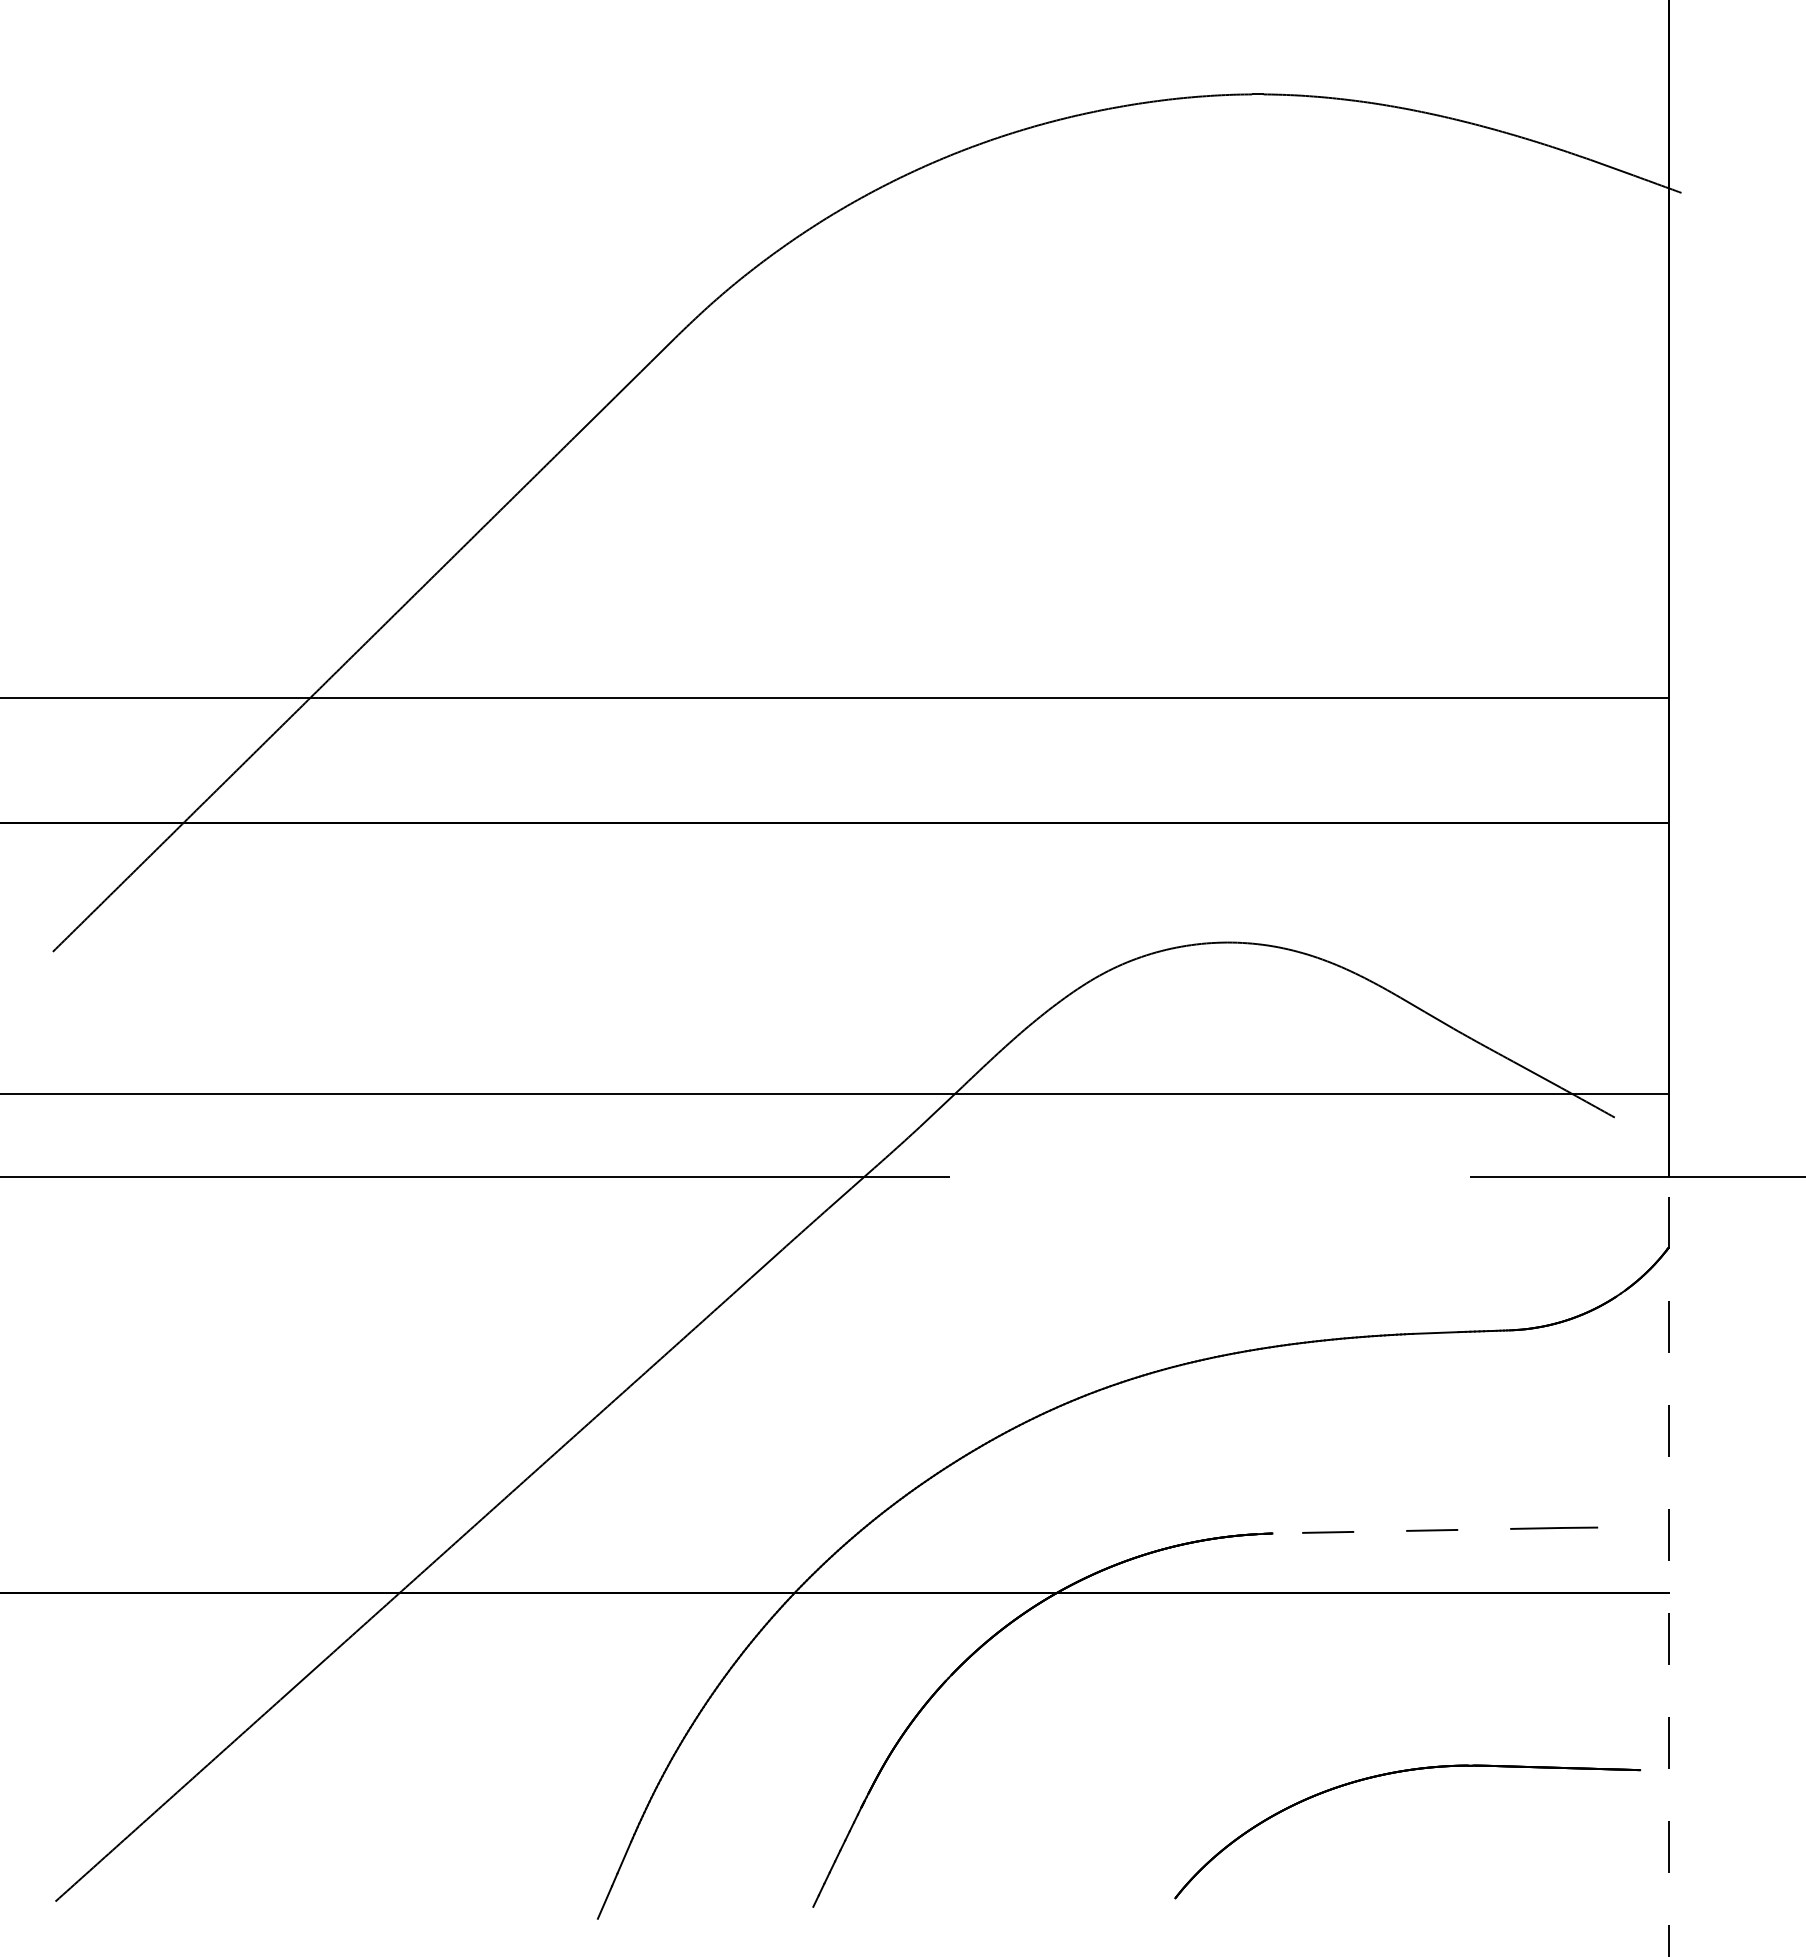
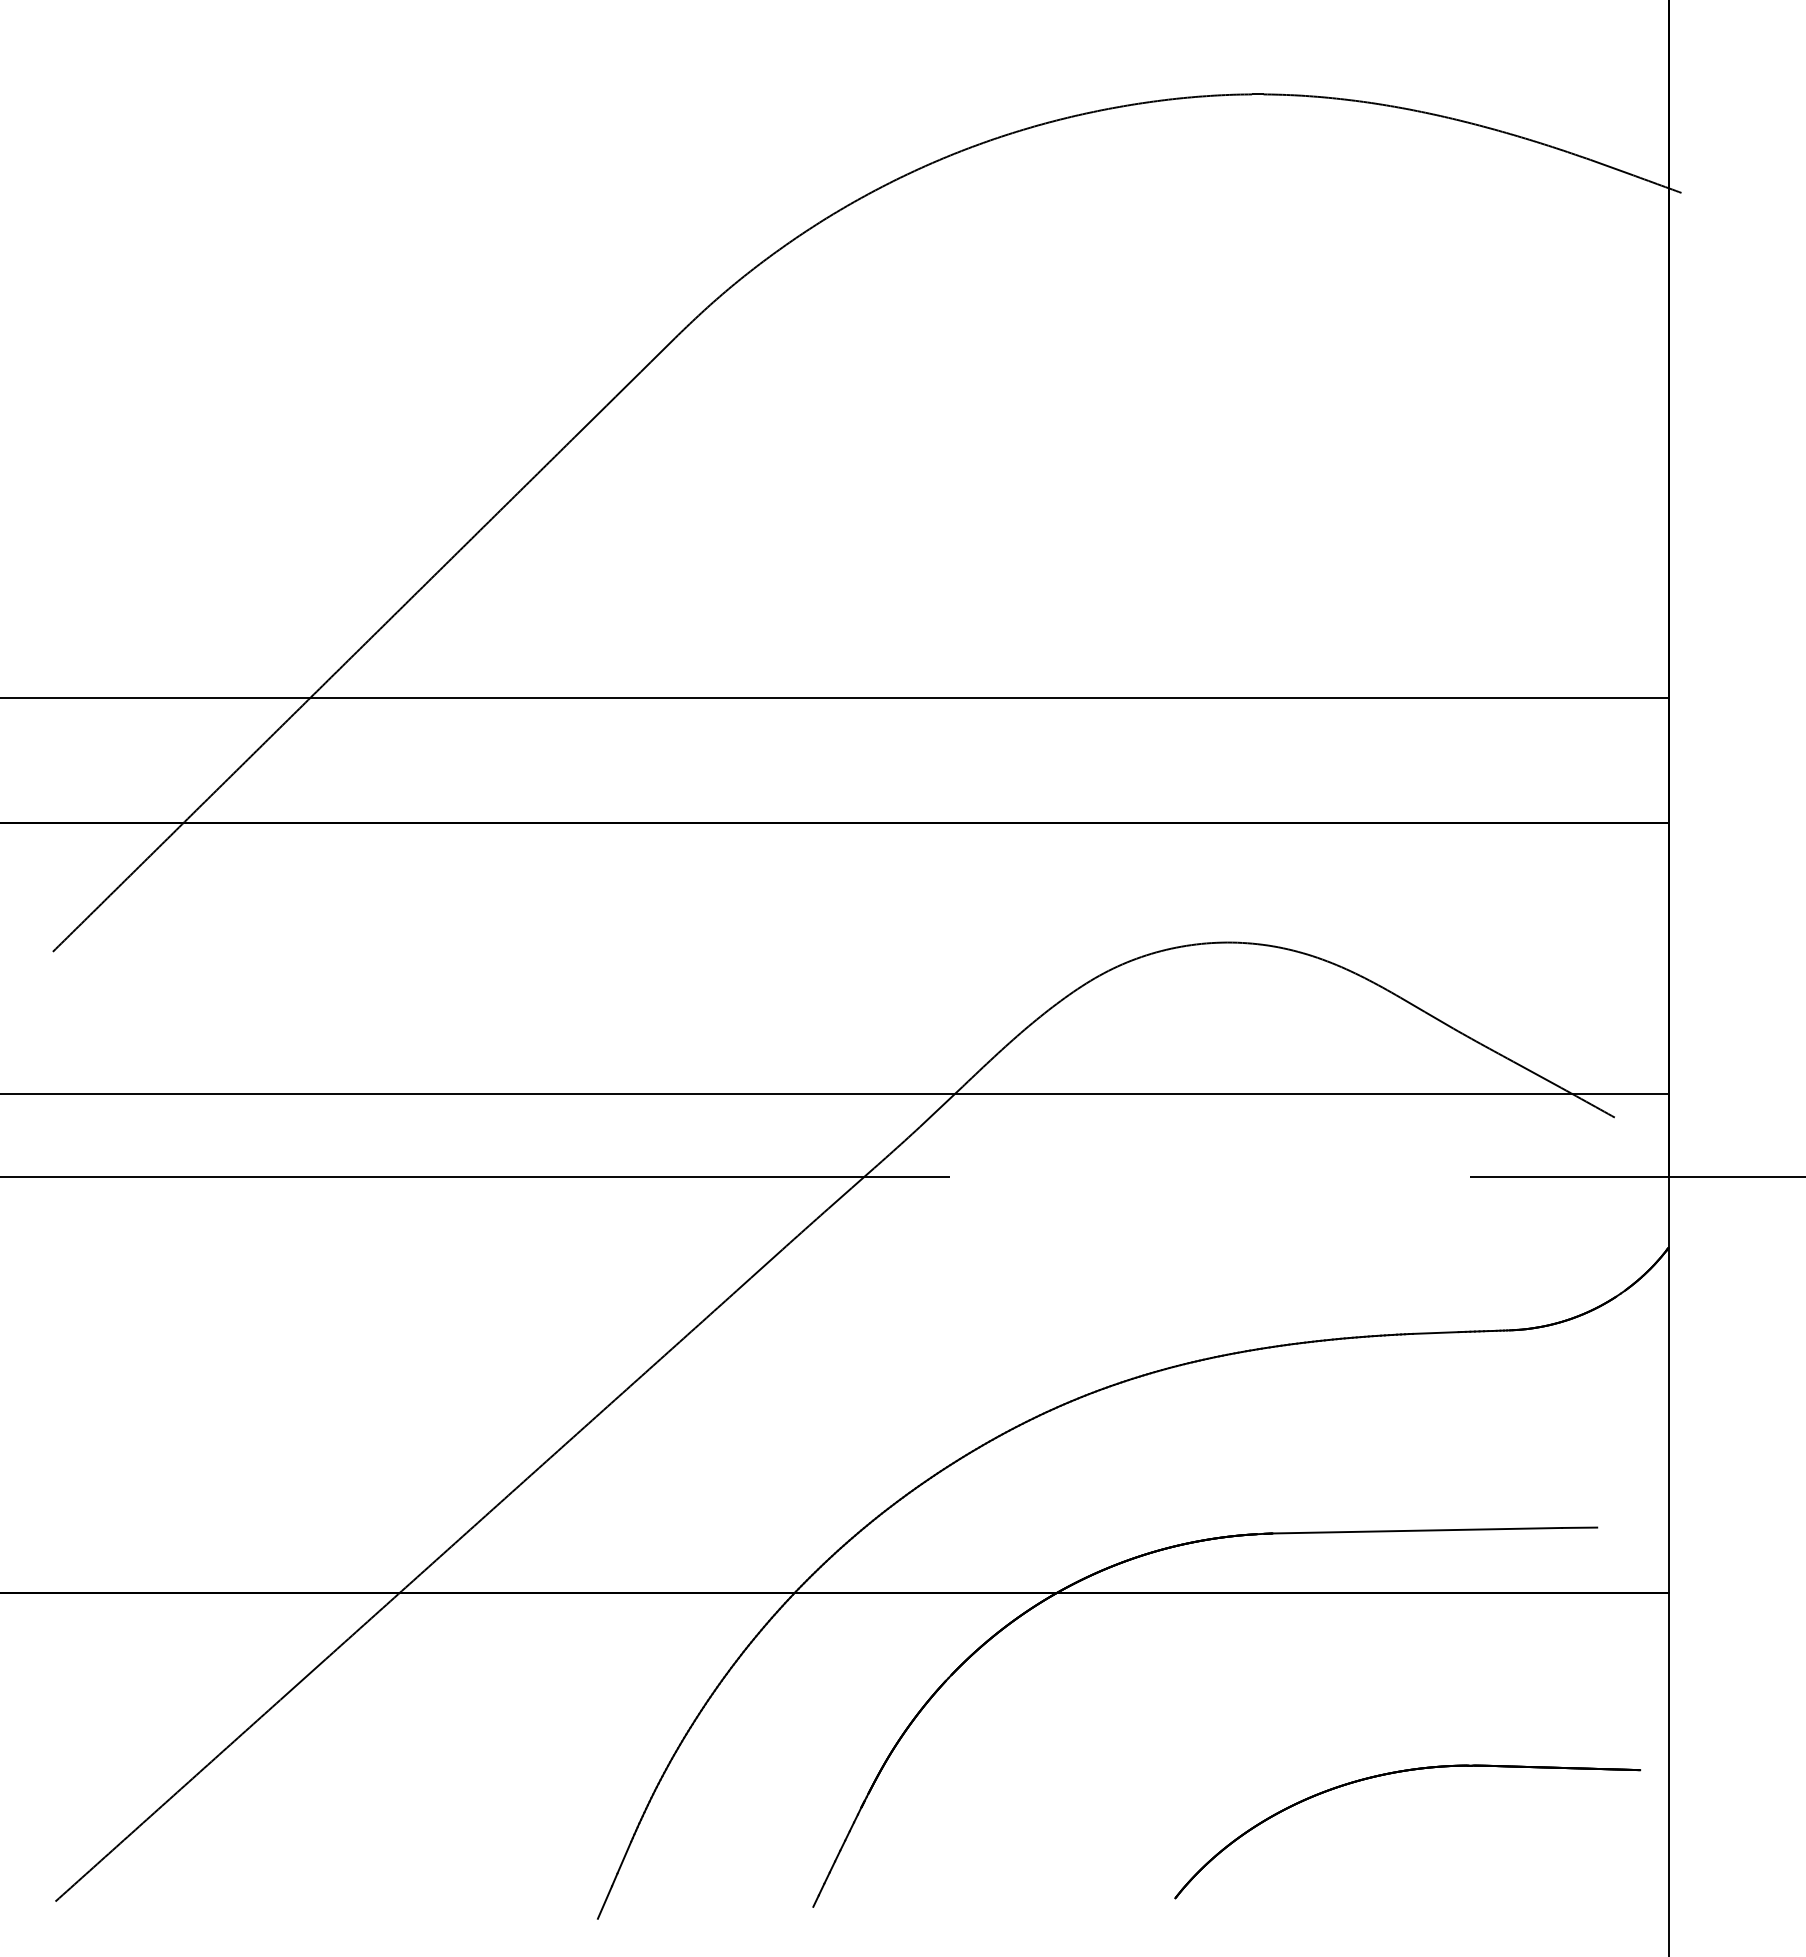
line at (1417, 1530): dashed -> solid
line at (1668, 1566): dashed -> solid
